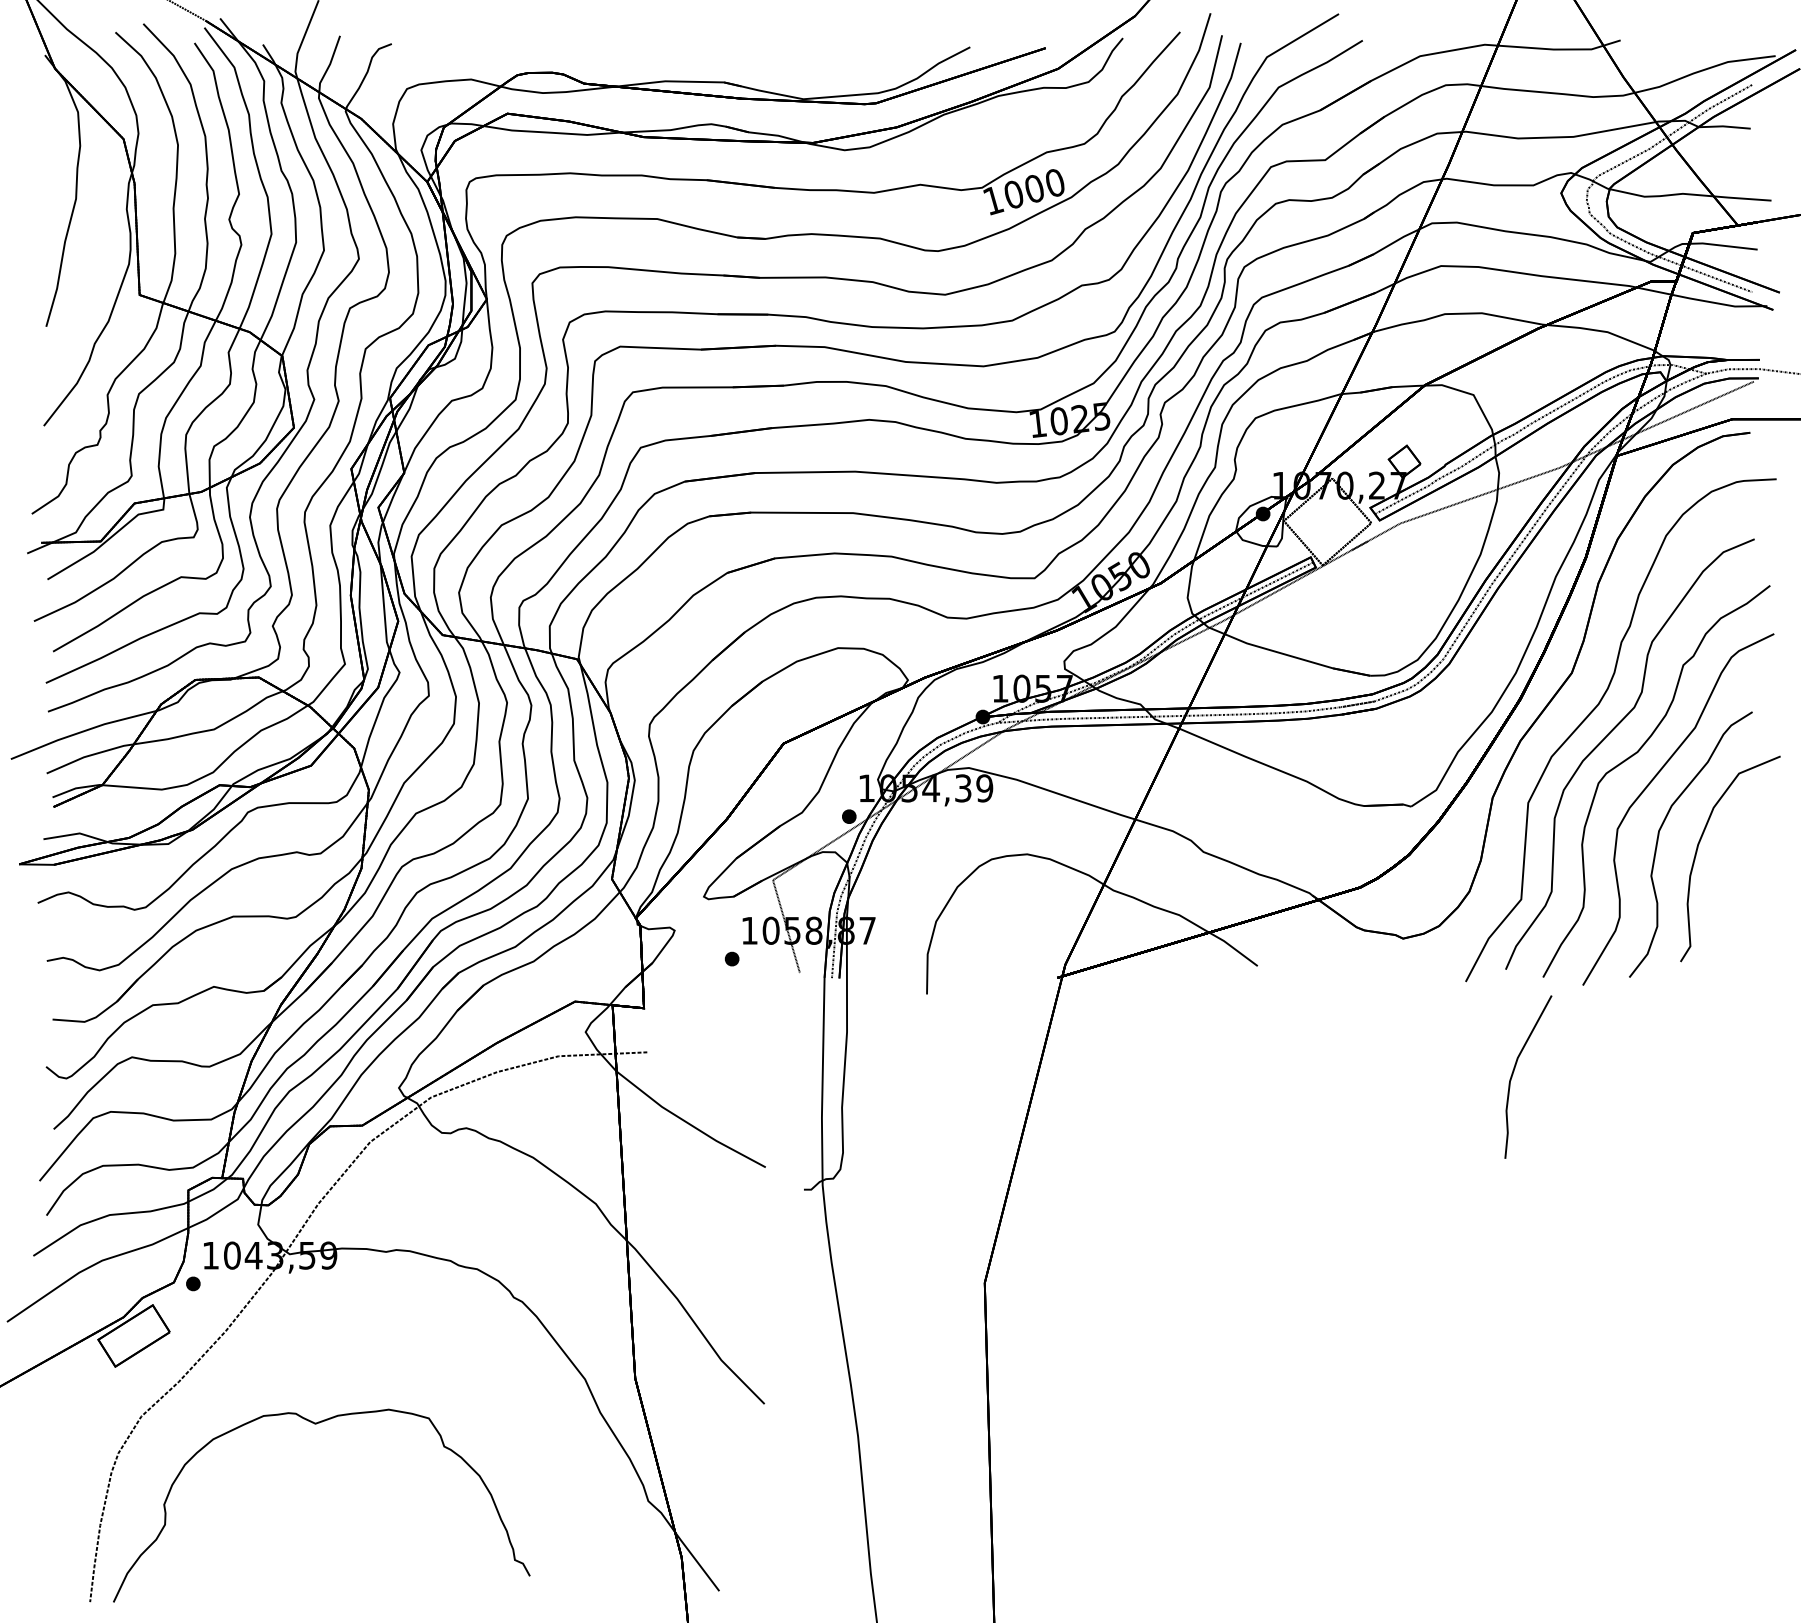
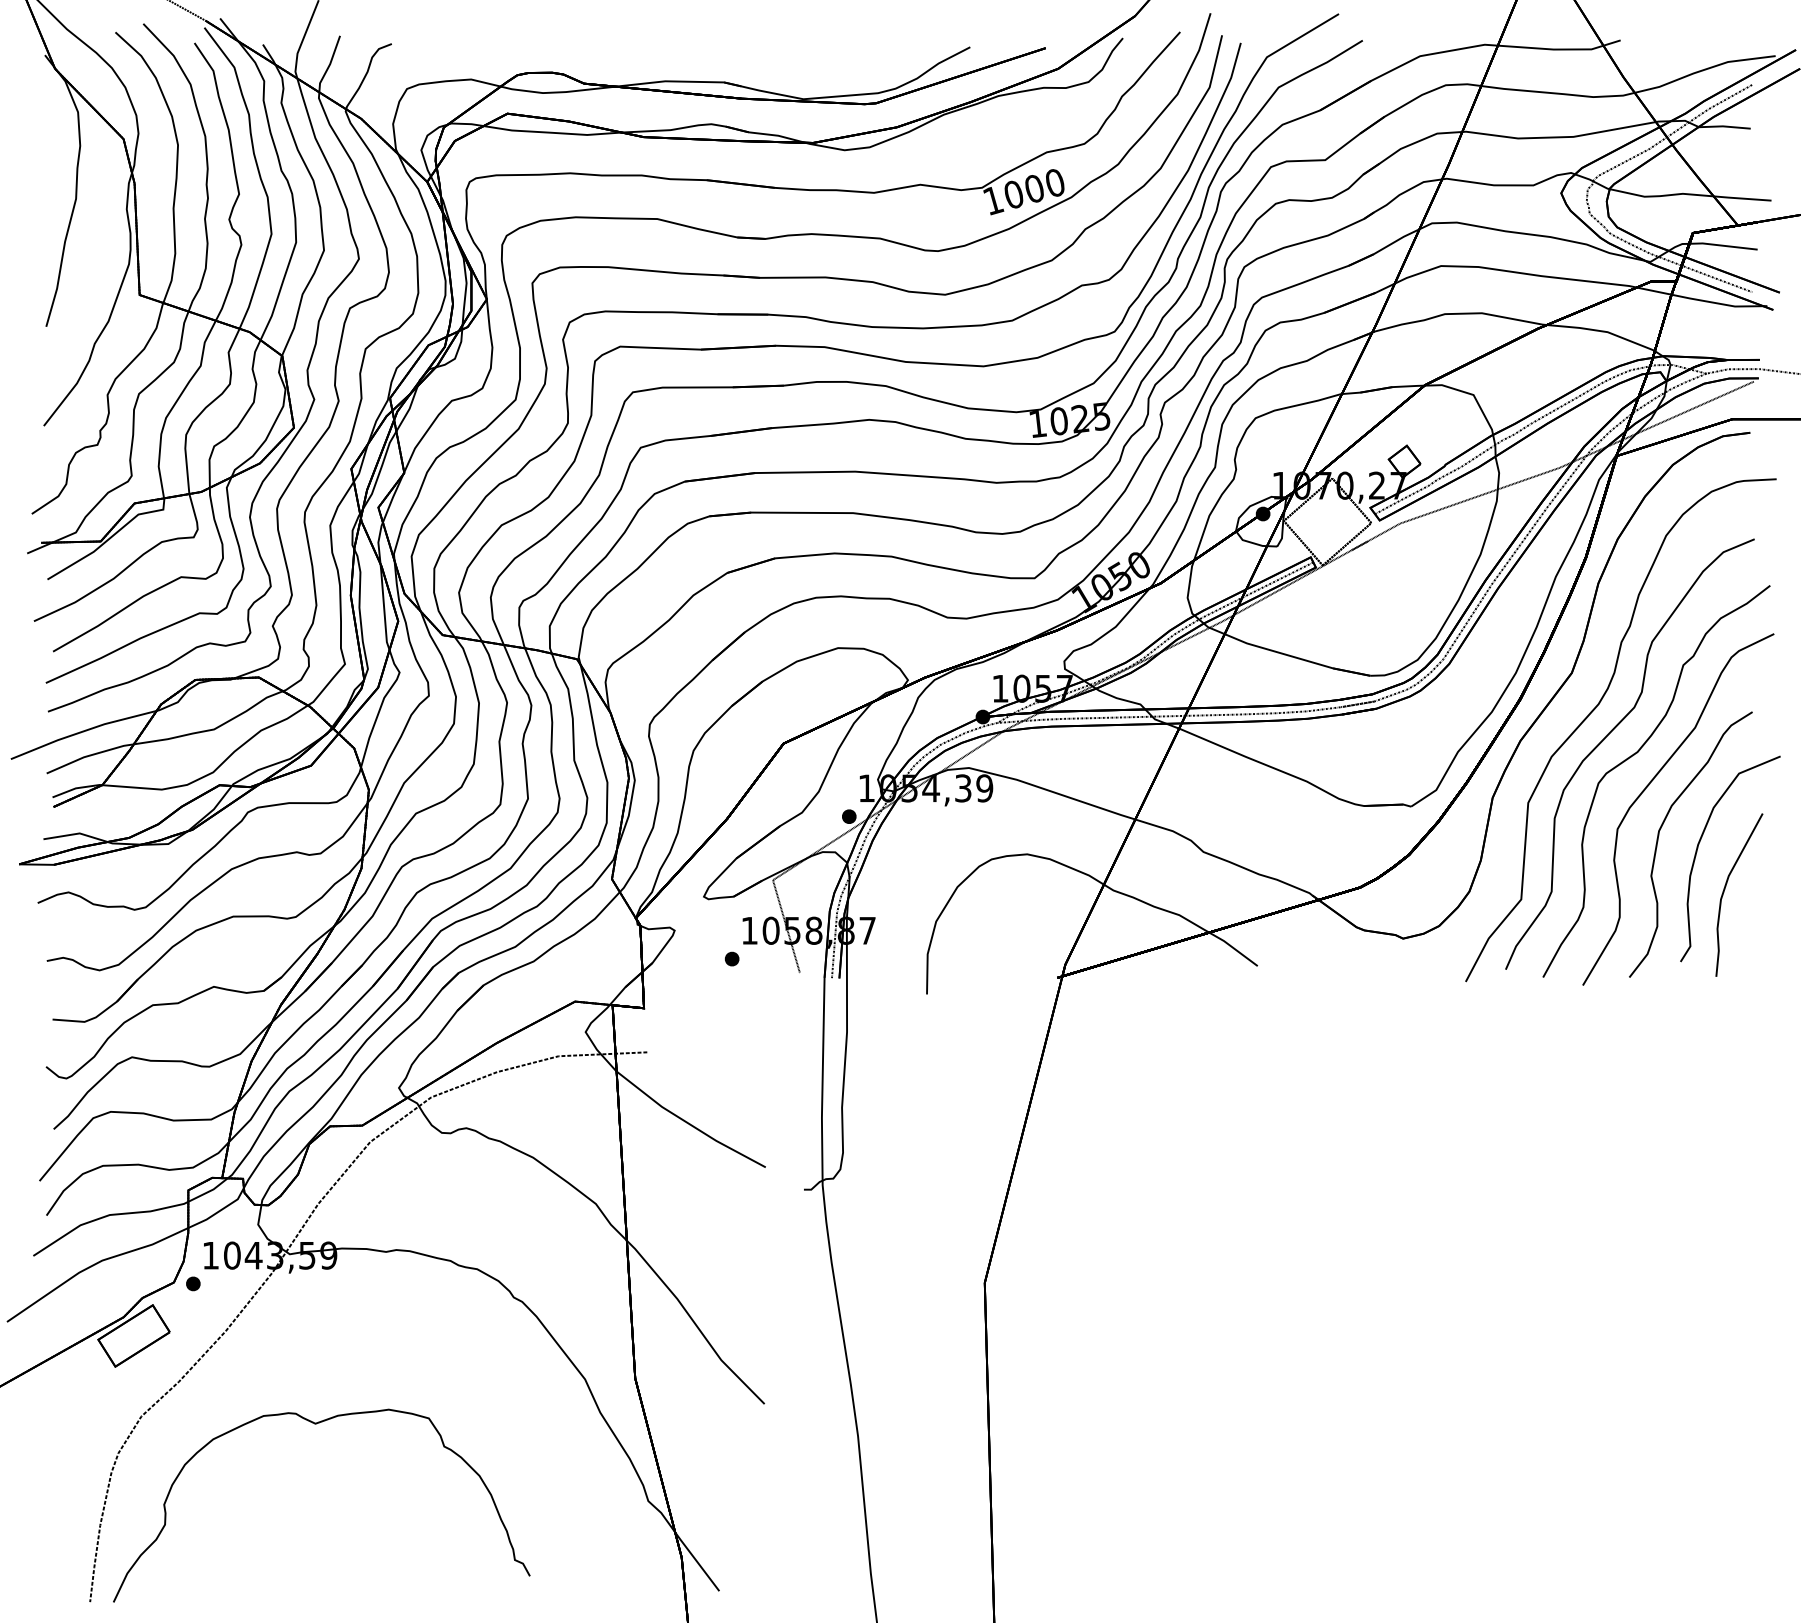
curve at (1514, 1071) position: (1514, 1071) -> (1725, 889)
